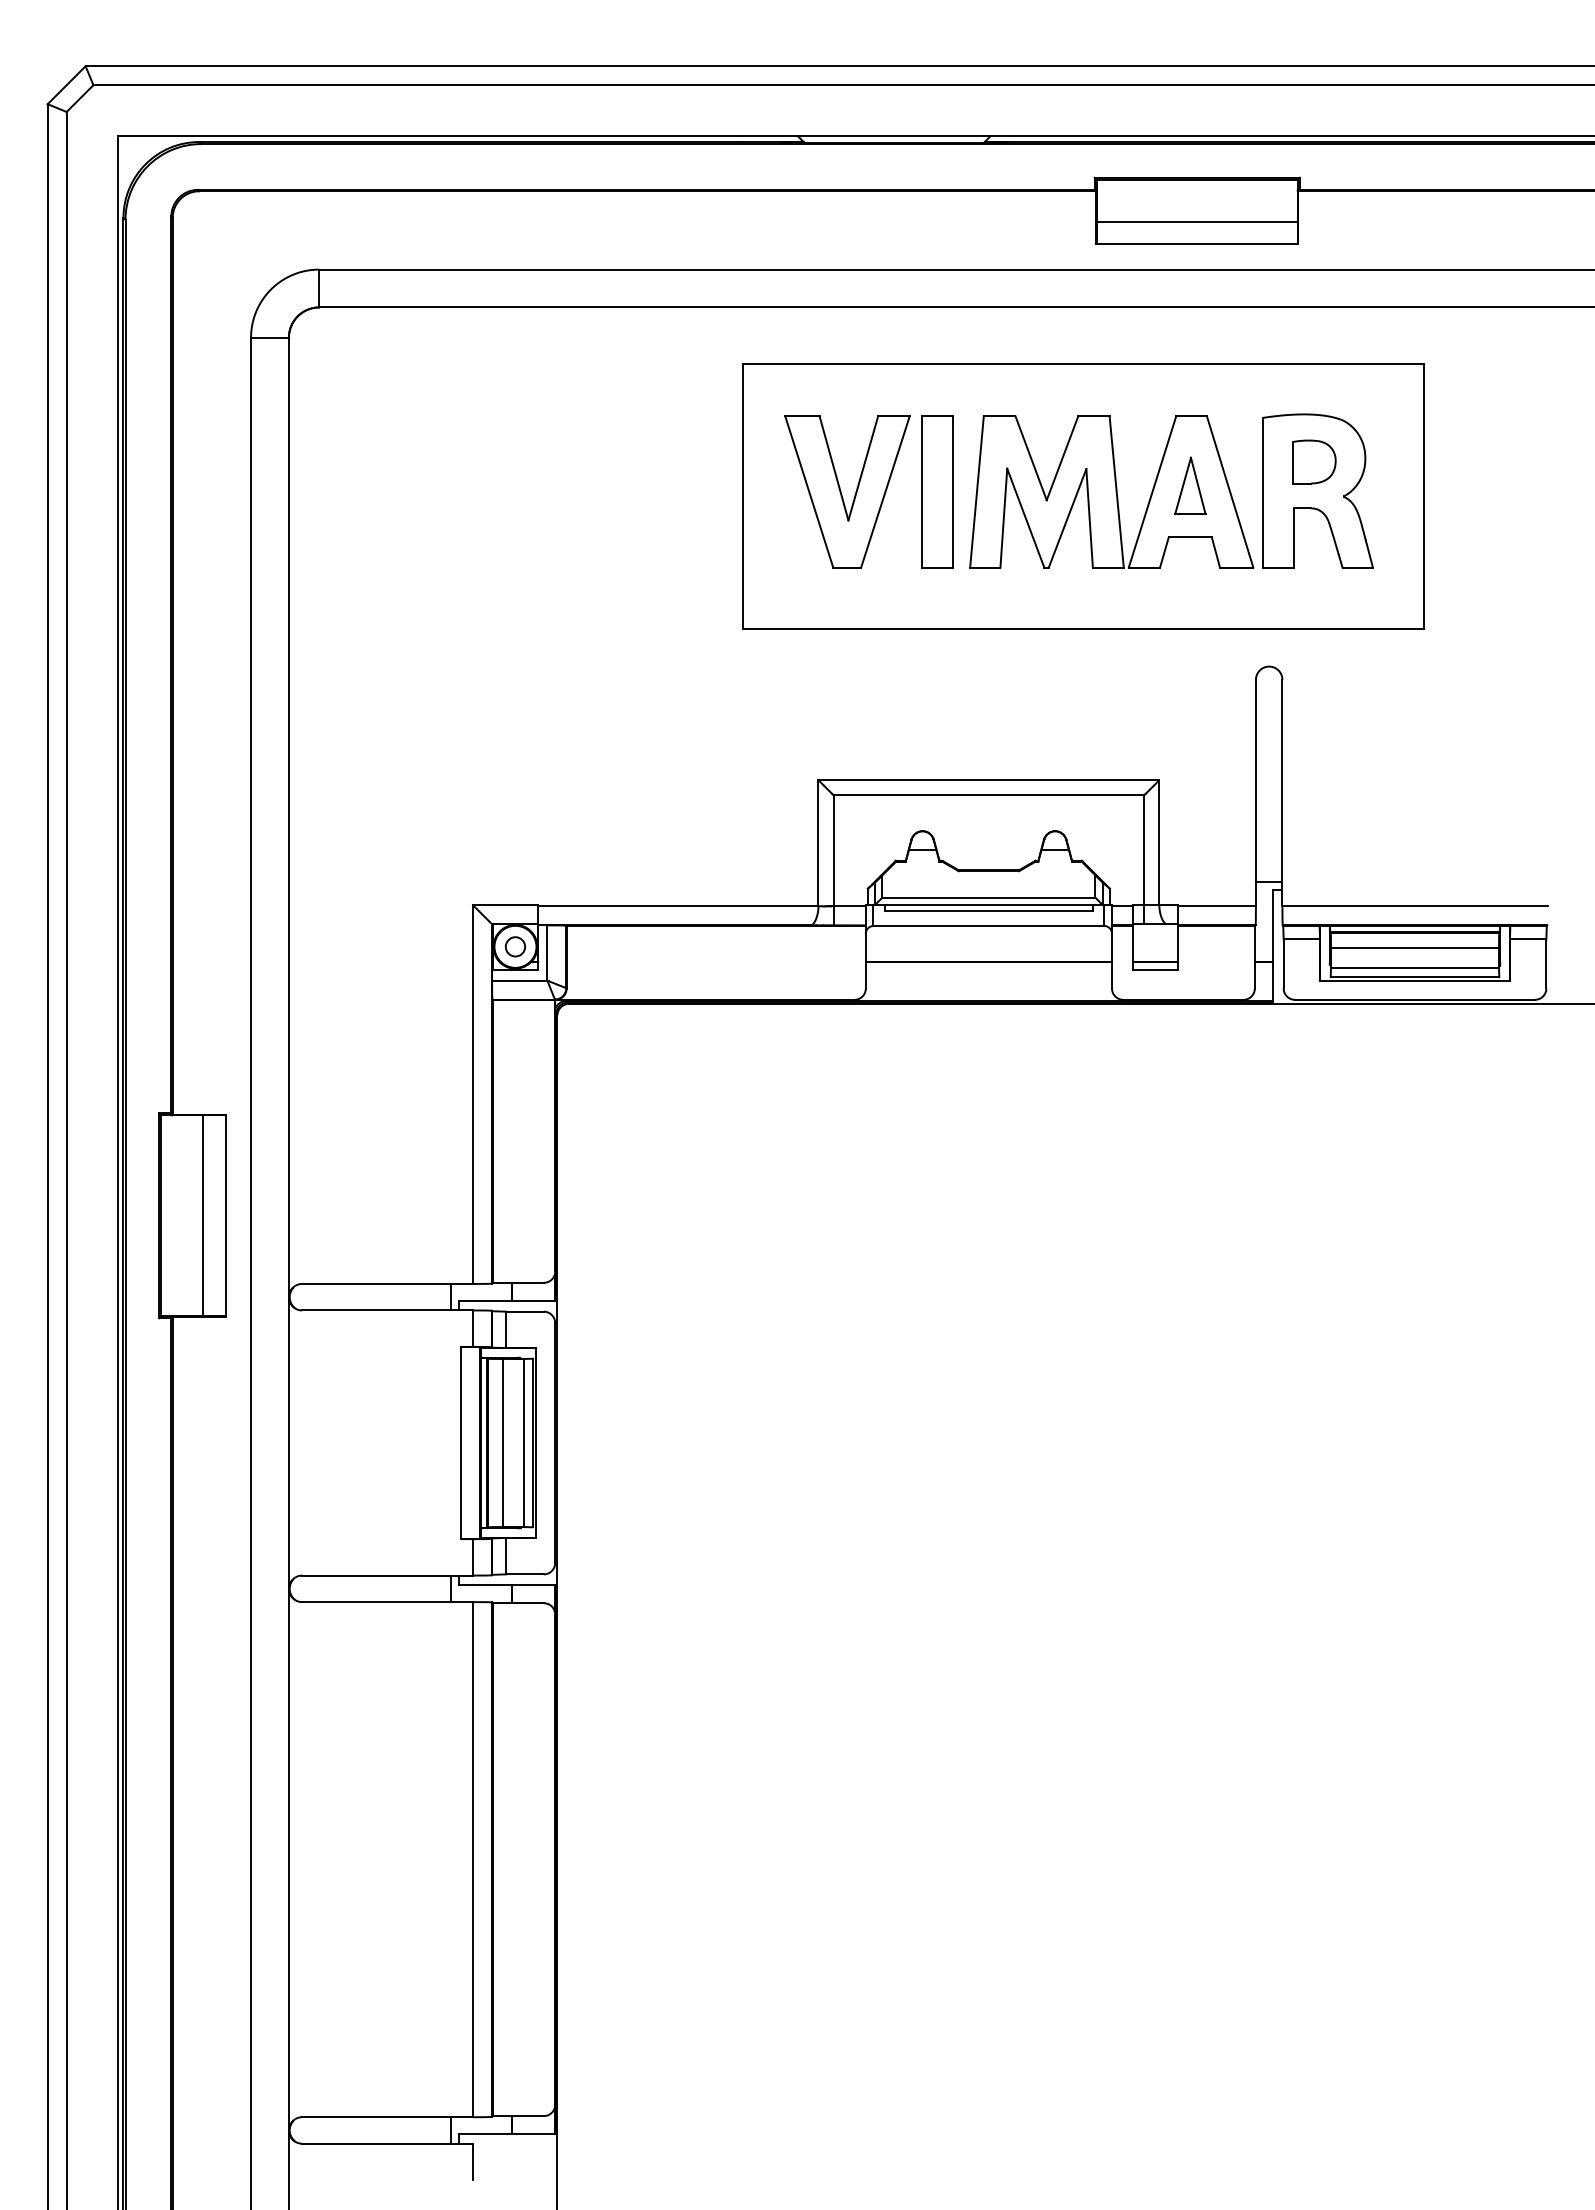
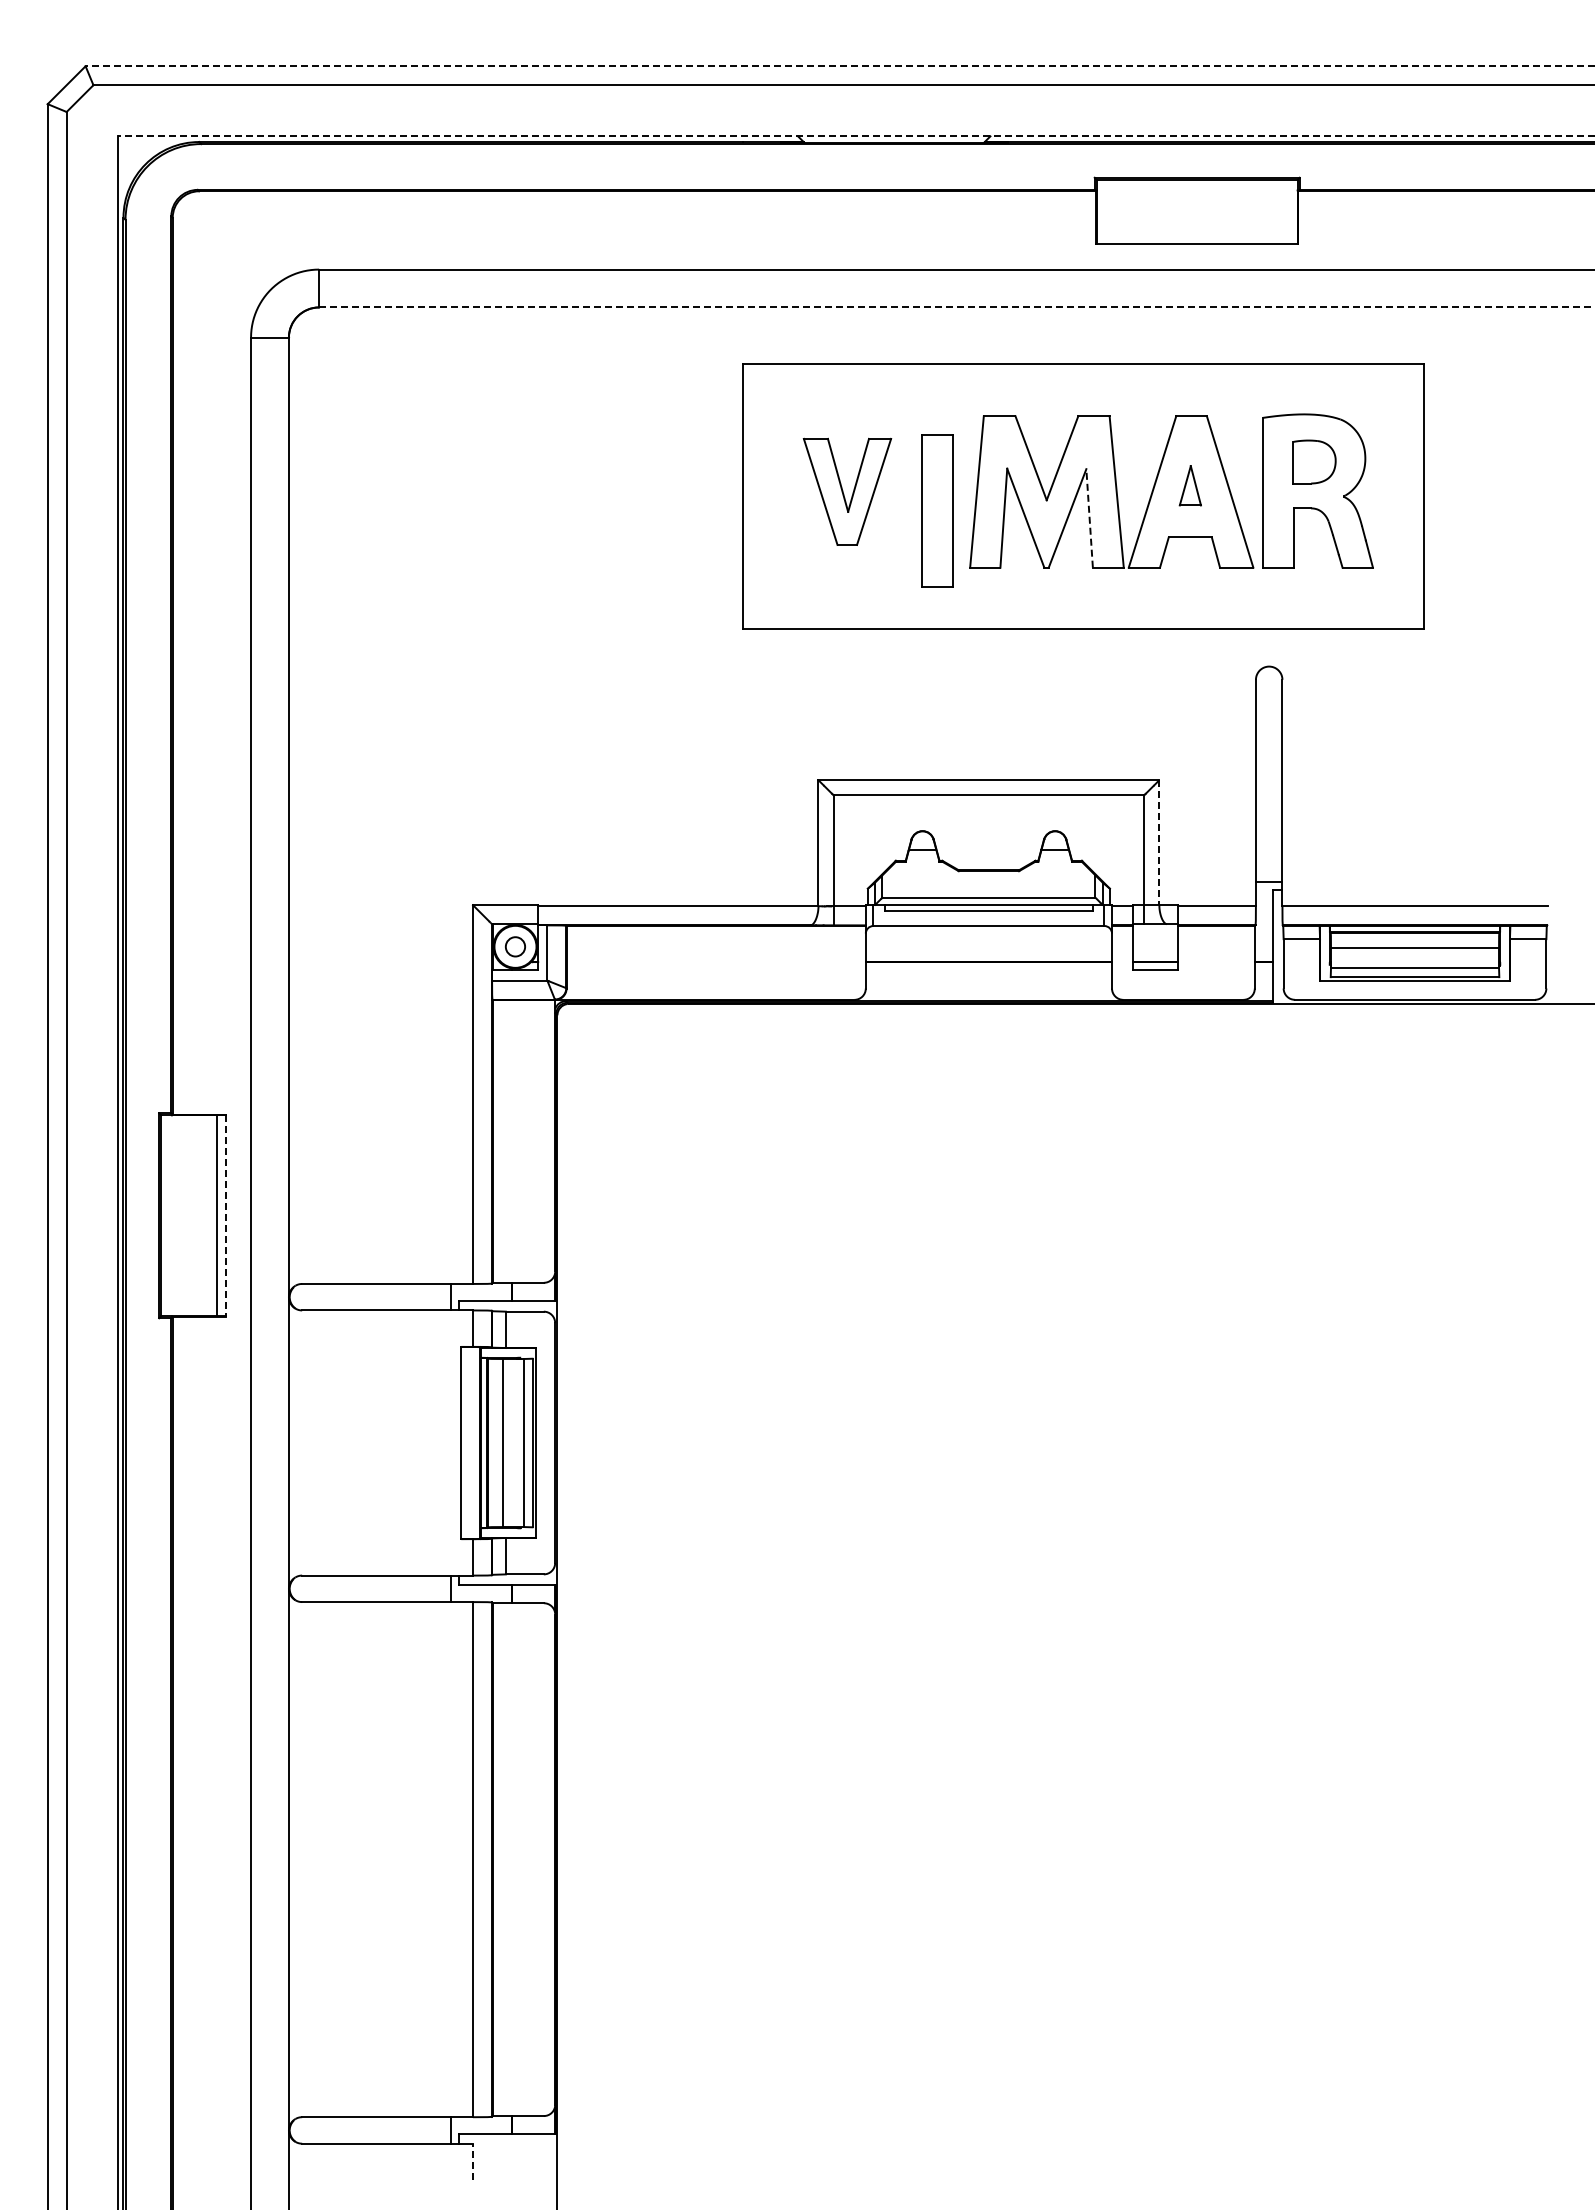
line at (839, 66): solid -> dashed
line at (855, 136): solid -> dashed
line at (1196, 221): present -> none
line at (957, 307): solid -> dashed
part at (1190, 485) size: 33x59 px -> 24x42 px
part at (847, 491) size: 127x154 px -> 91x109 px
part at (937, 491) position: (937, 491) -> (937, 510)
line at (1089, 517): solid -> dashed
line at (1159, 843): solid -> dashed
line at (203, 1215) position: (203, 1215) -> (217, 1215)
line at (225, 1216): solid -> dashed
line at (473, 2161): solid -> dashed
